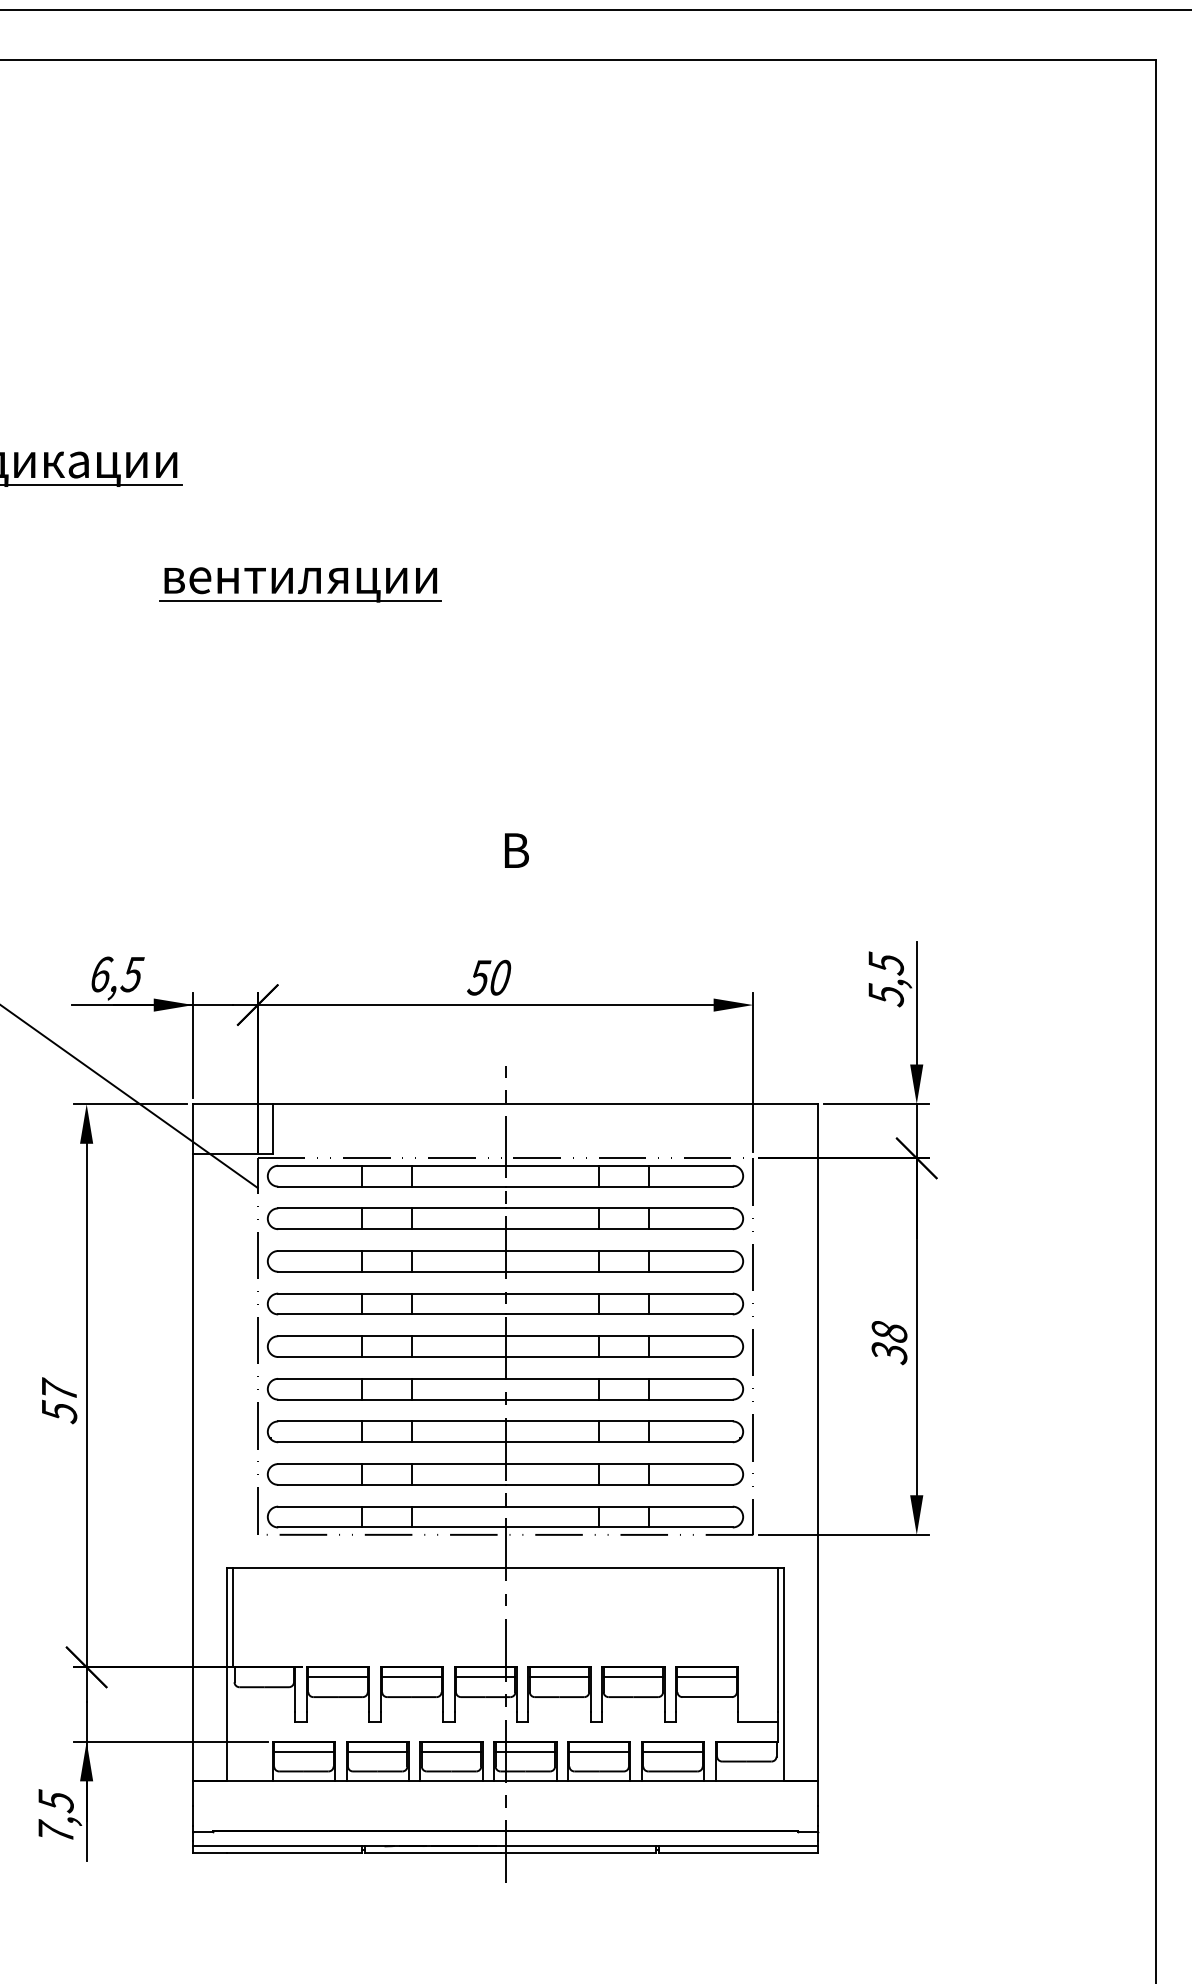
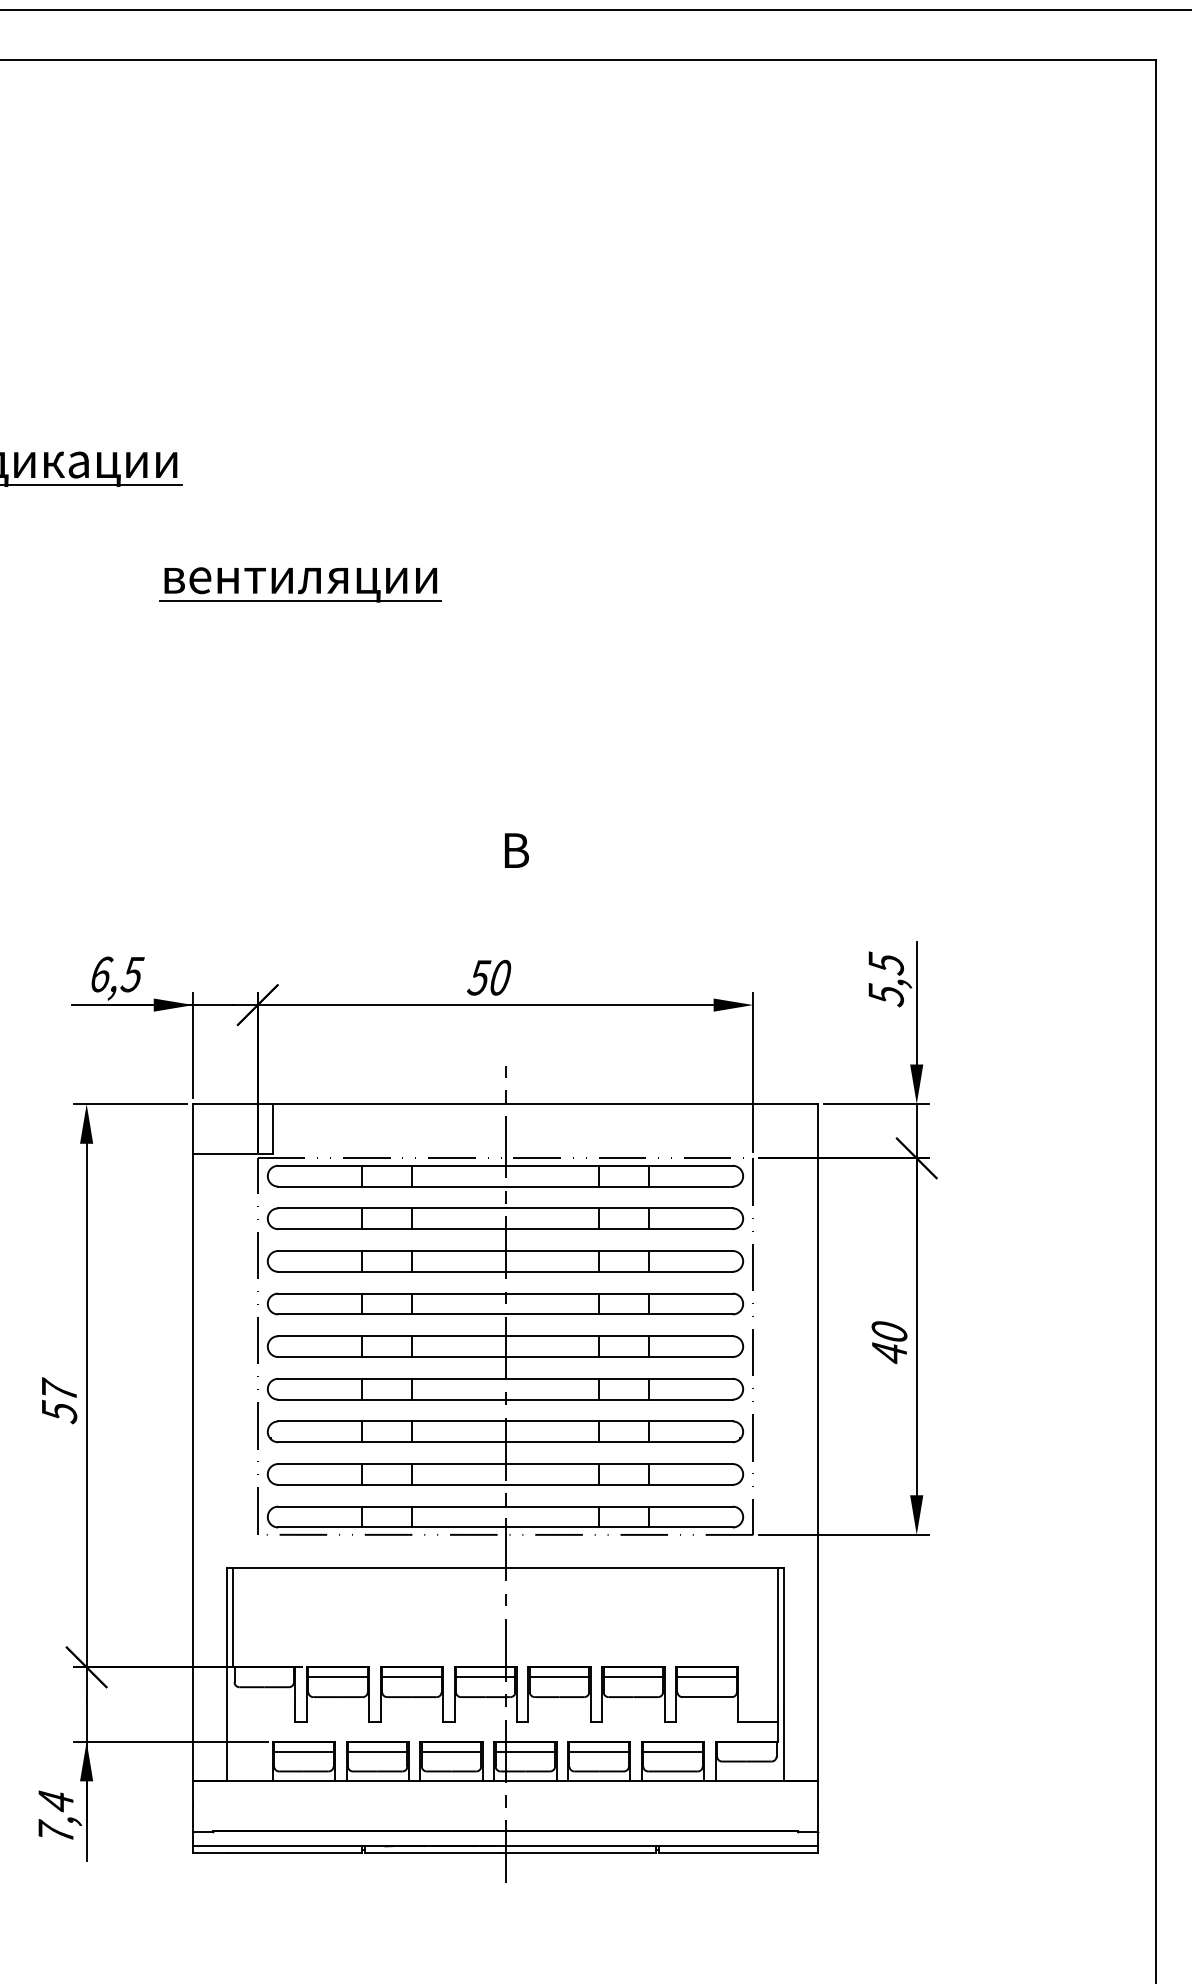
line at (129, 1096): present -> none
text at (889, 1343): 38 -> 40
text at (55, 1801): 7,5 -> 7,4
